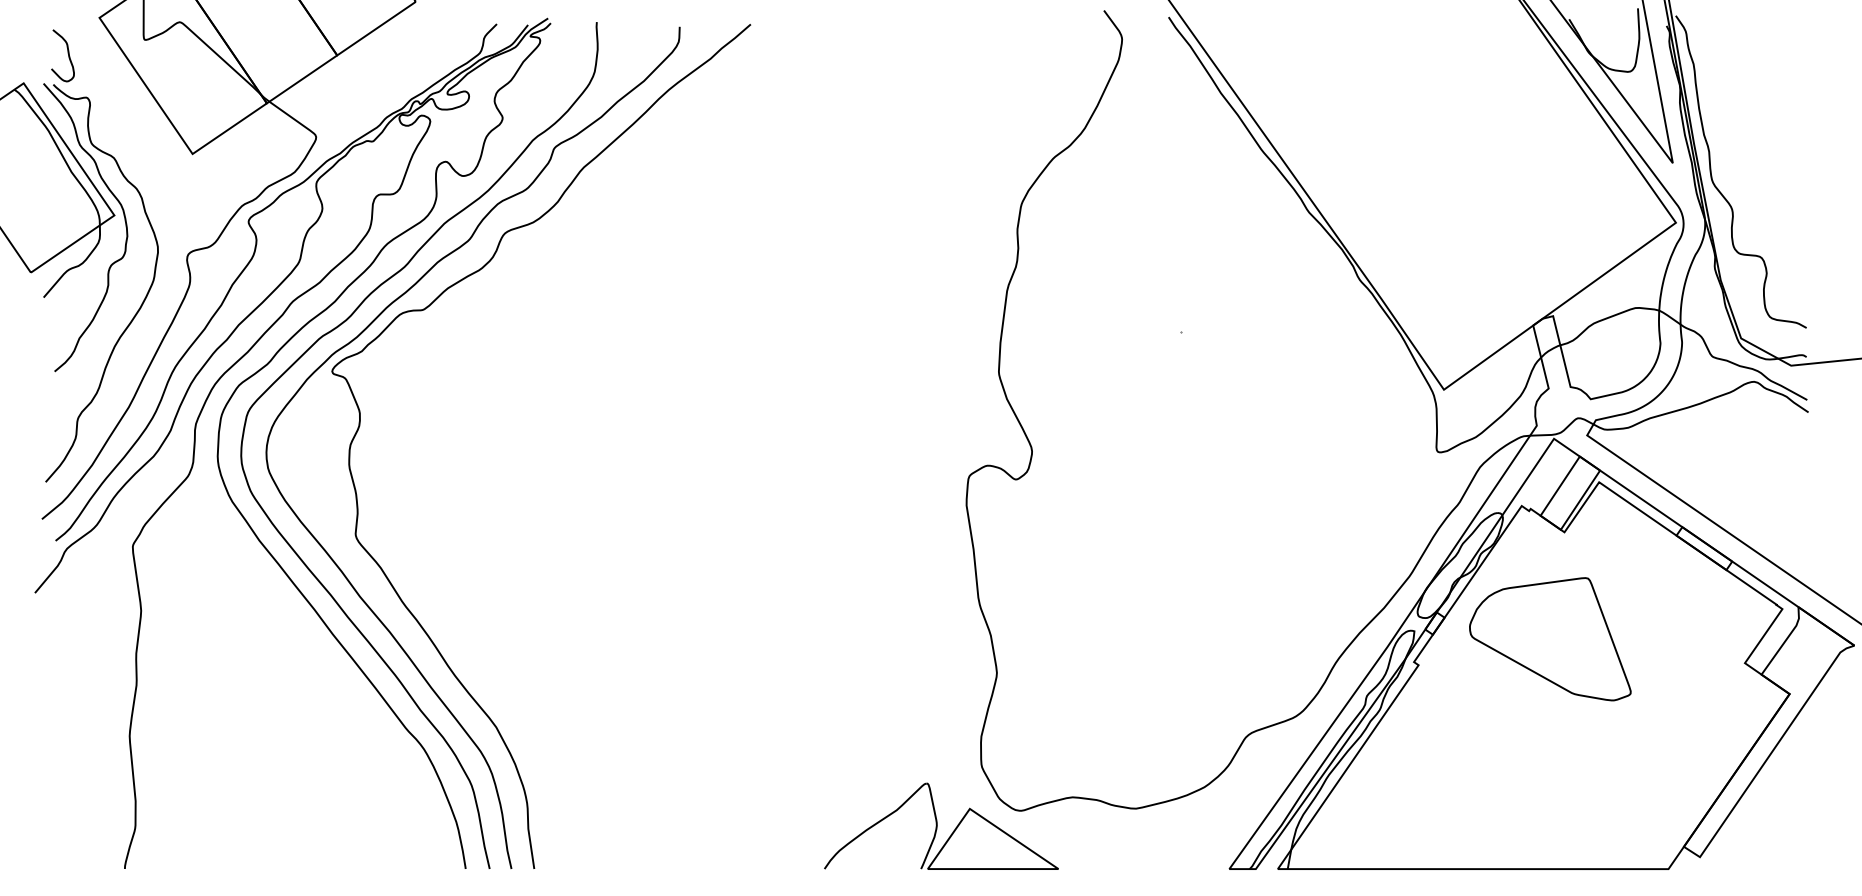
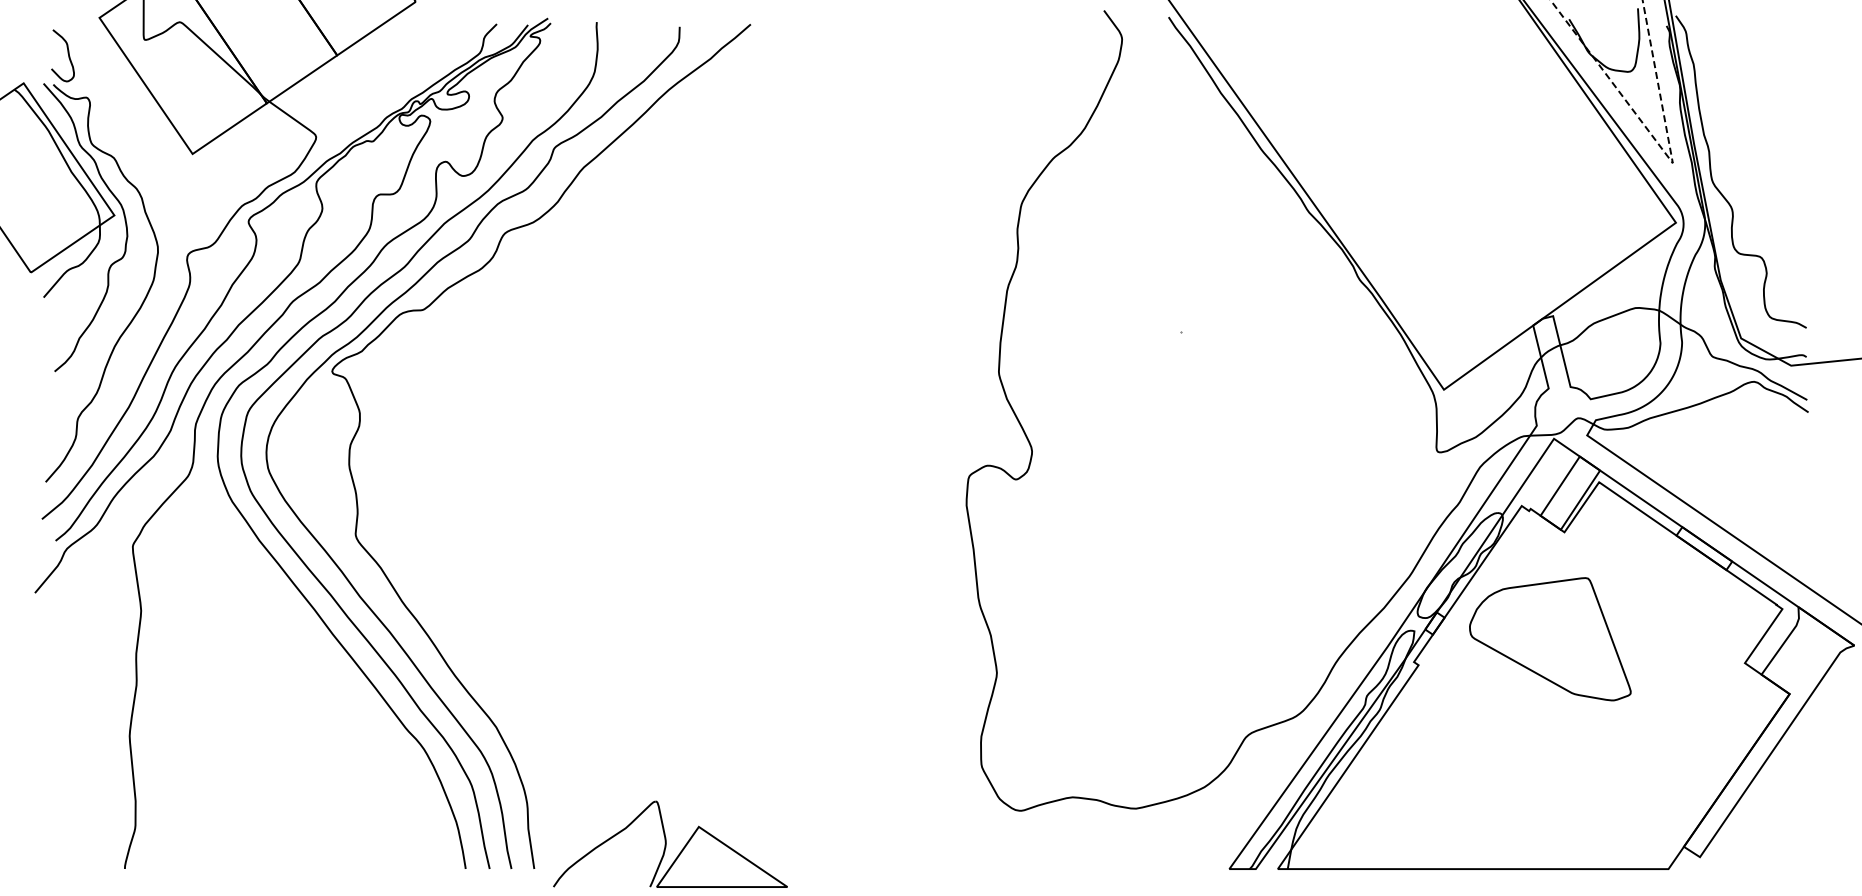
line at (1662, 148): solid -> dashed
part at (941, 825) position: (941, 825) -> (670, 843)
